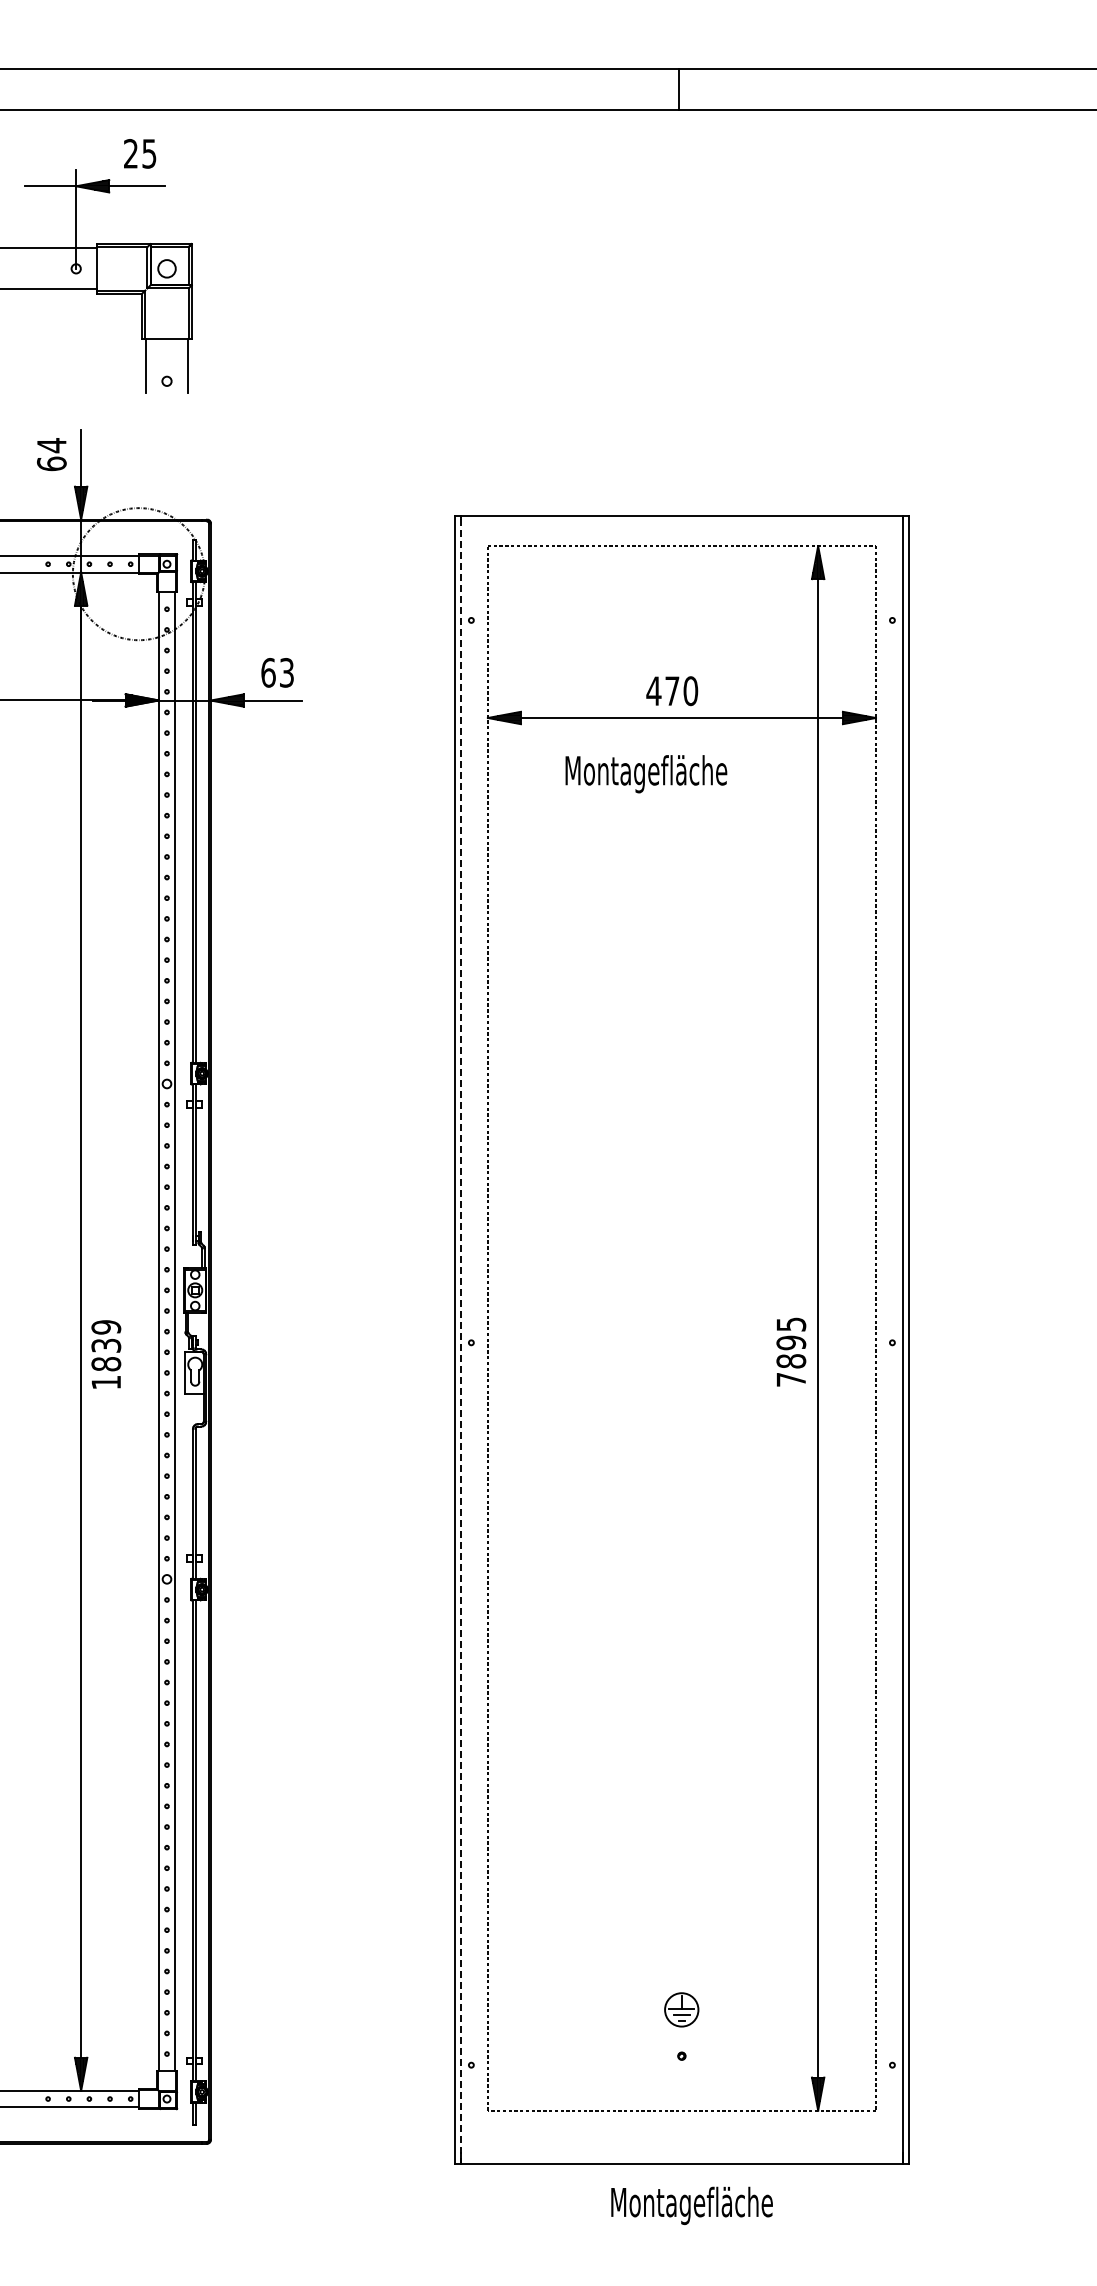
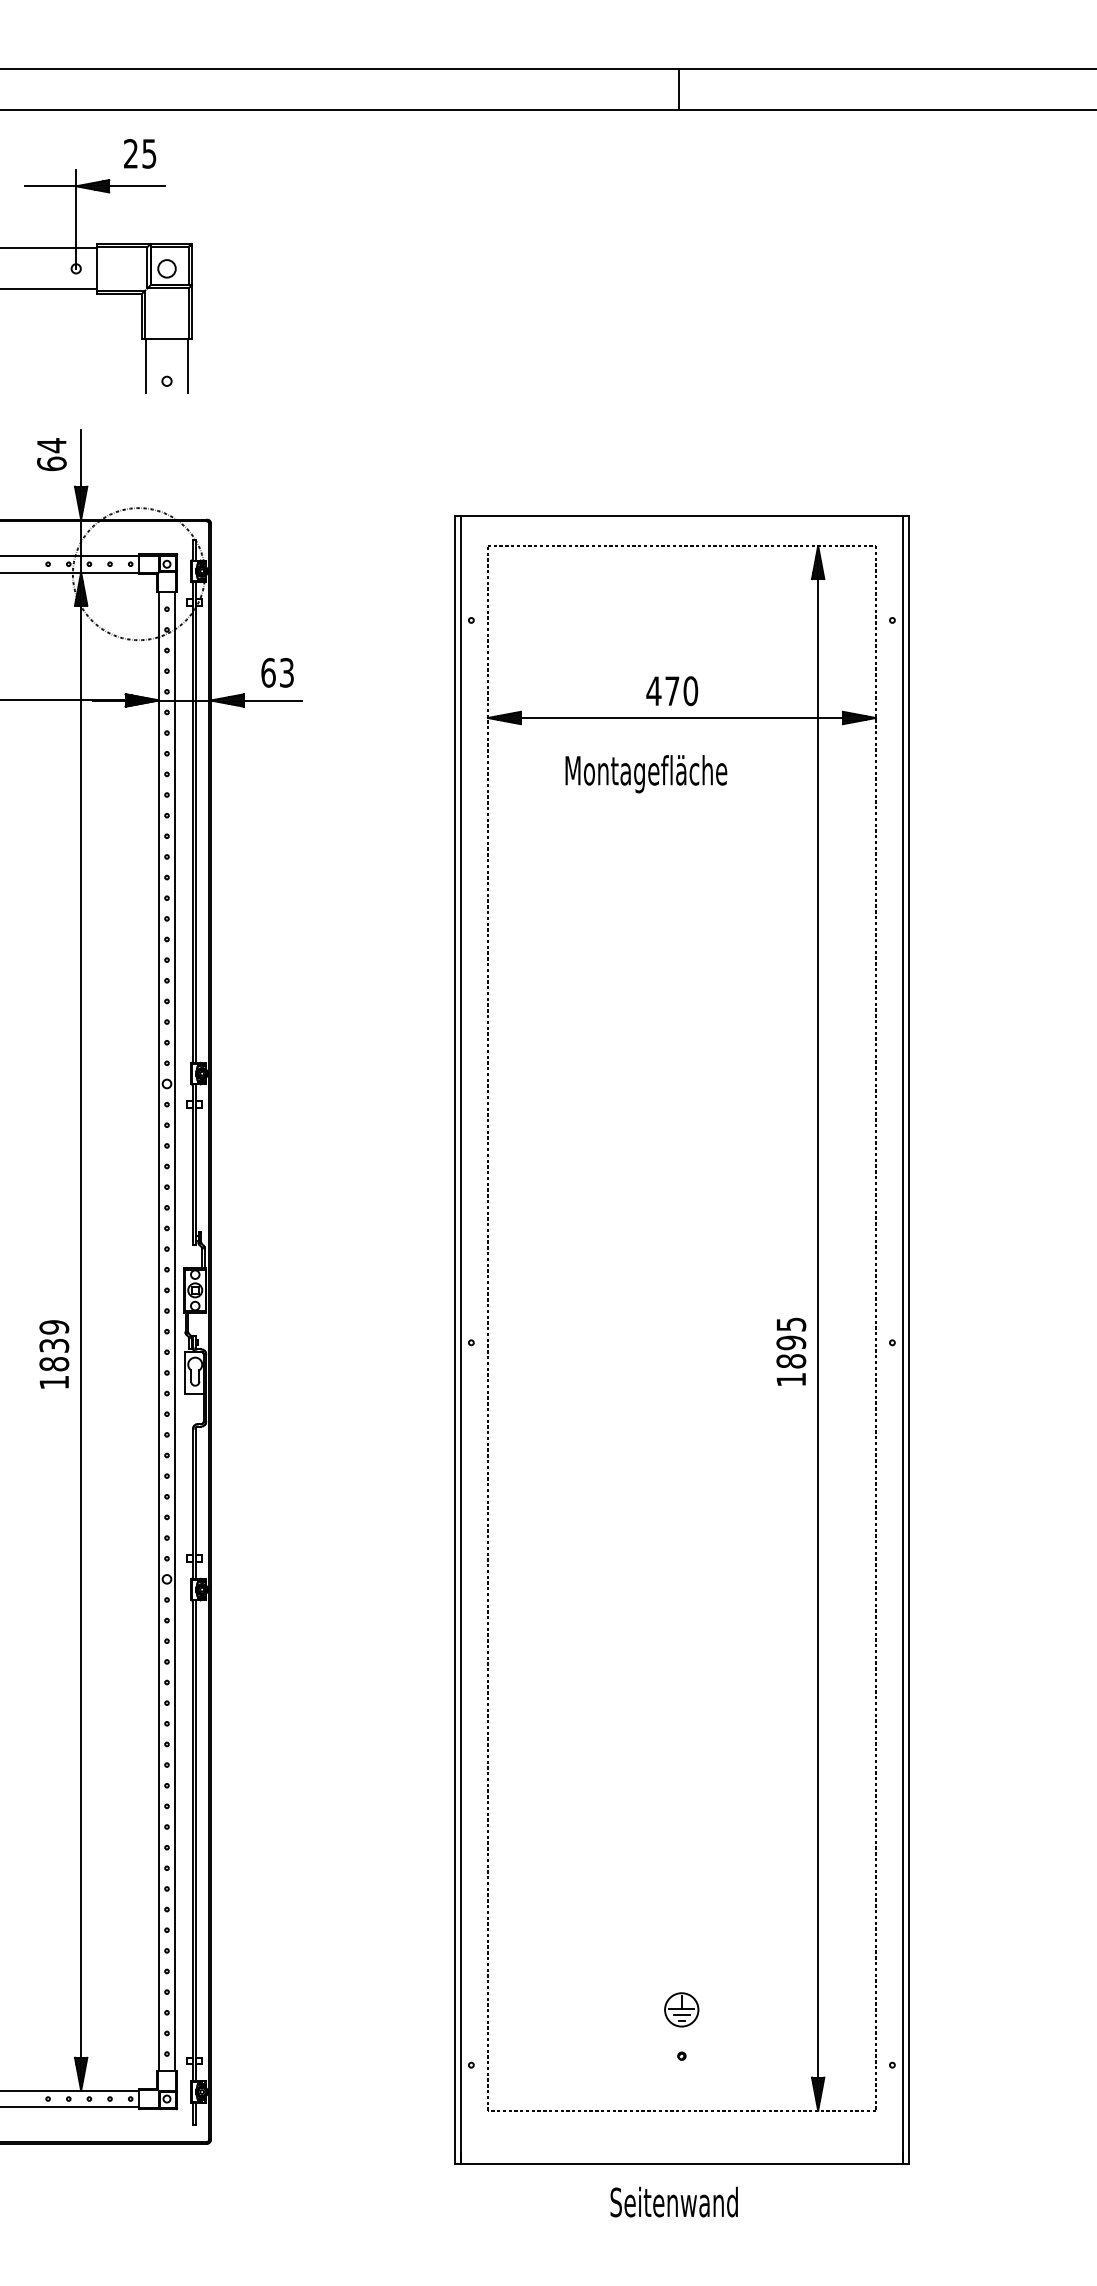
line at (461, 1340): dashed -> solid
text at (106, 1354) position: (106, 1354) -> (54, 1354)
text at (790, 1379): 7895 -> 1895
text at (691, 2205): Montagefläche -> Seitenwand
